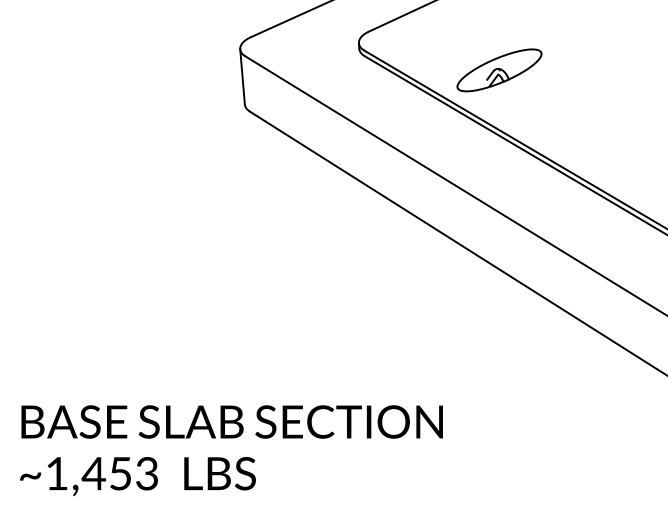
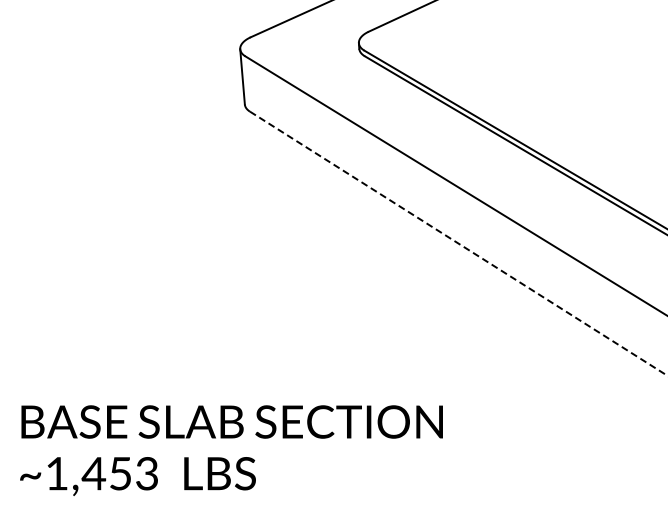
part at (499, 70): present -> none
line at (458, 243): solid -> dashed
